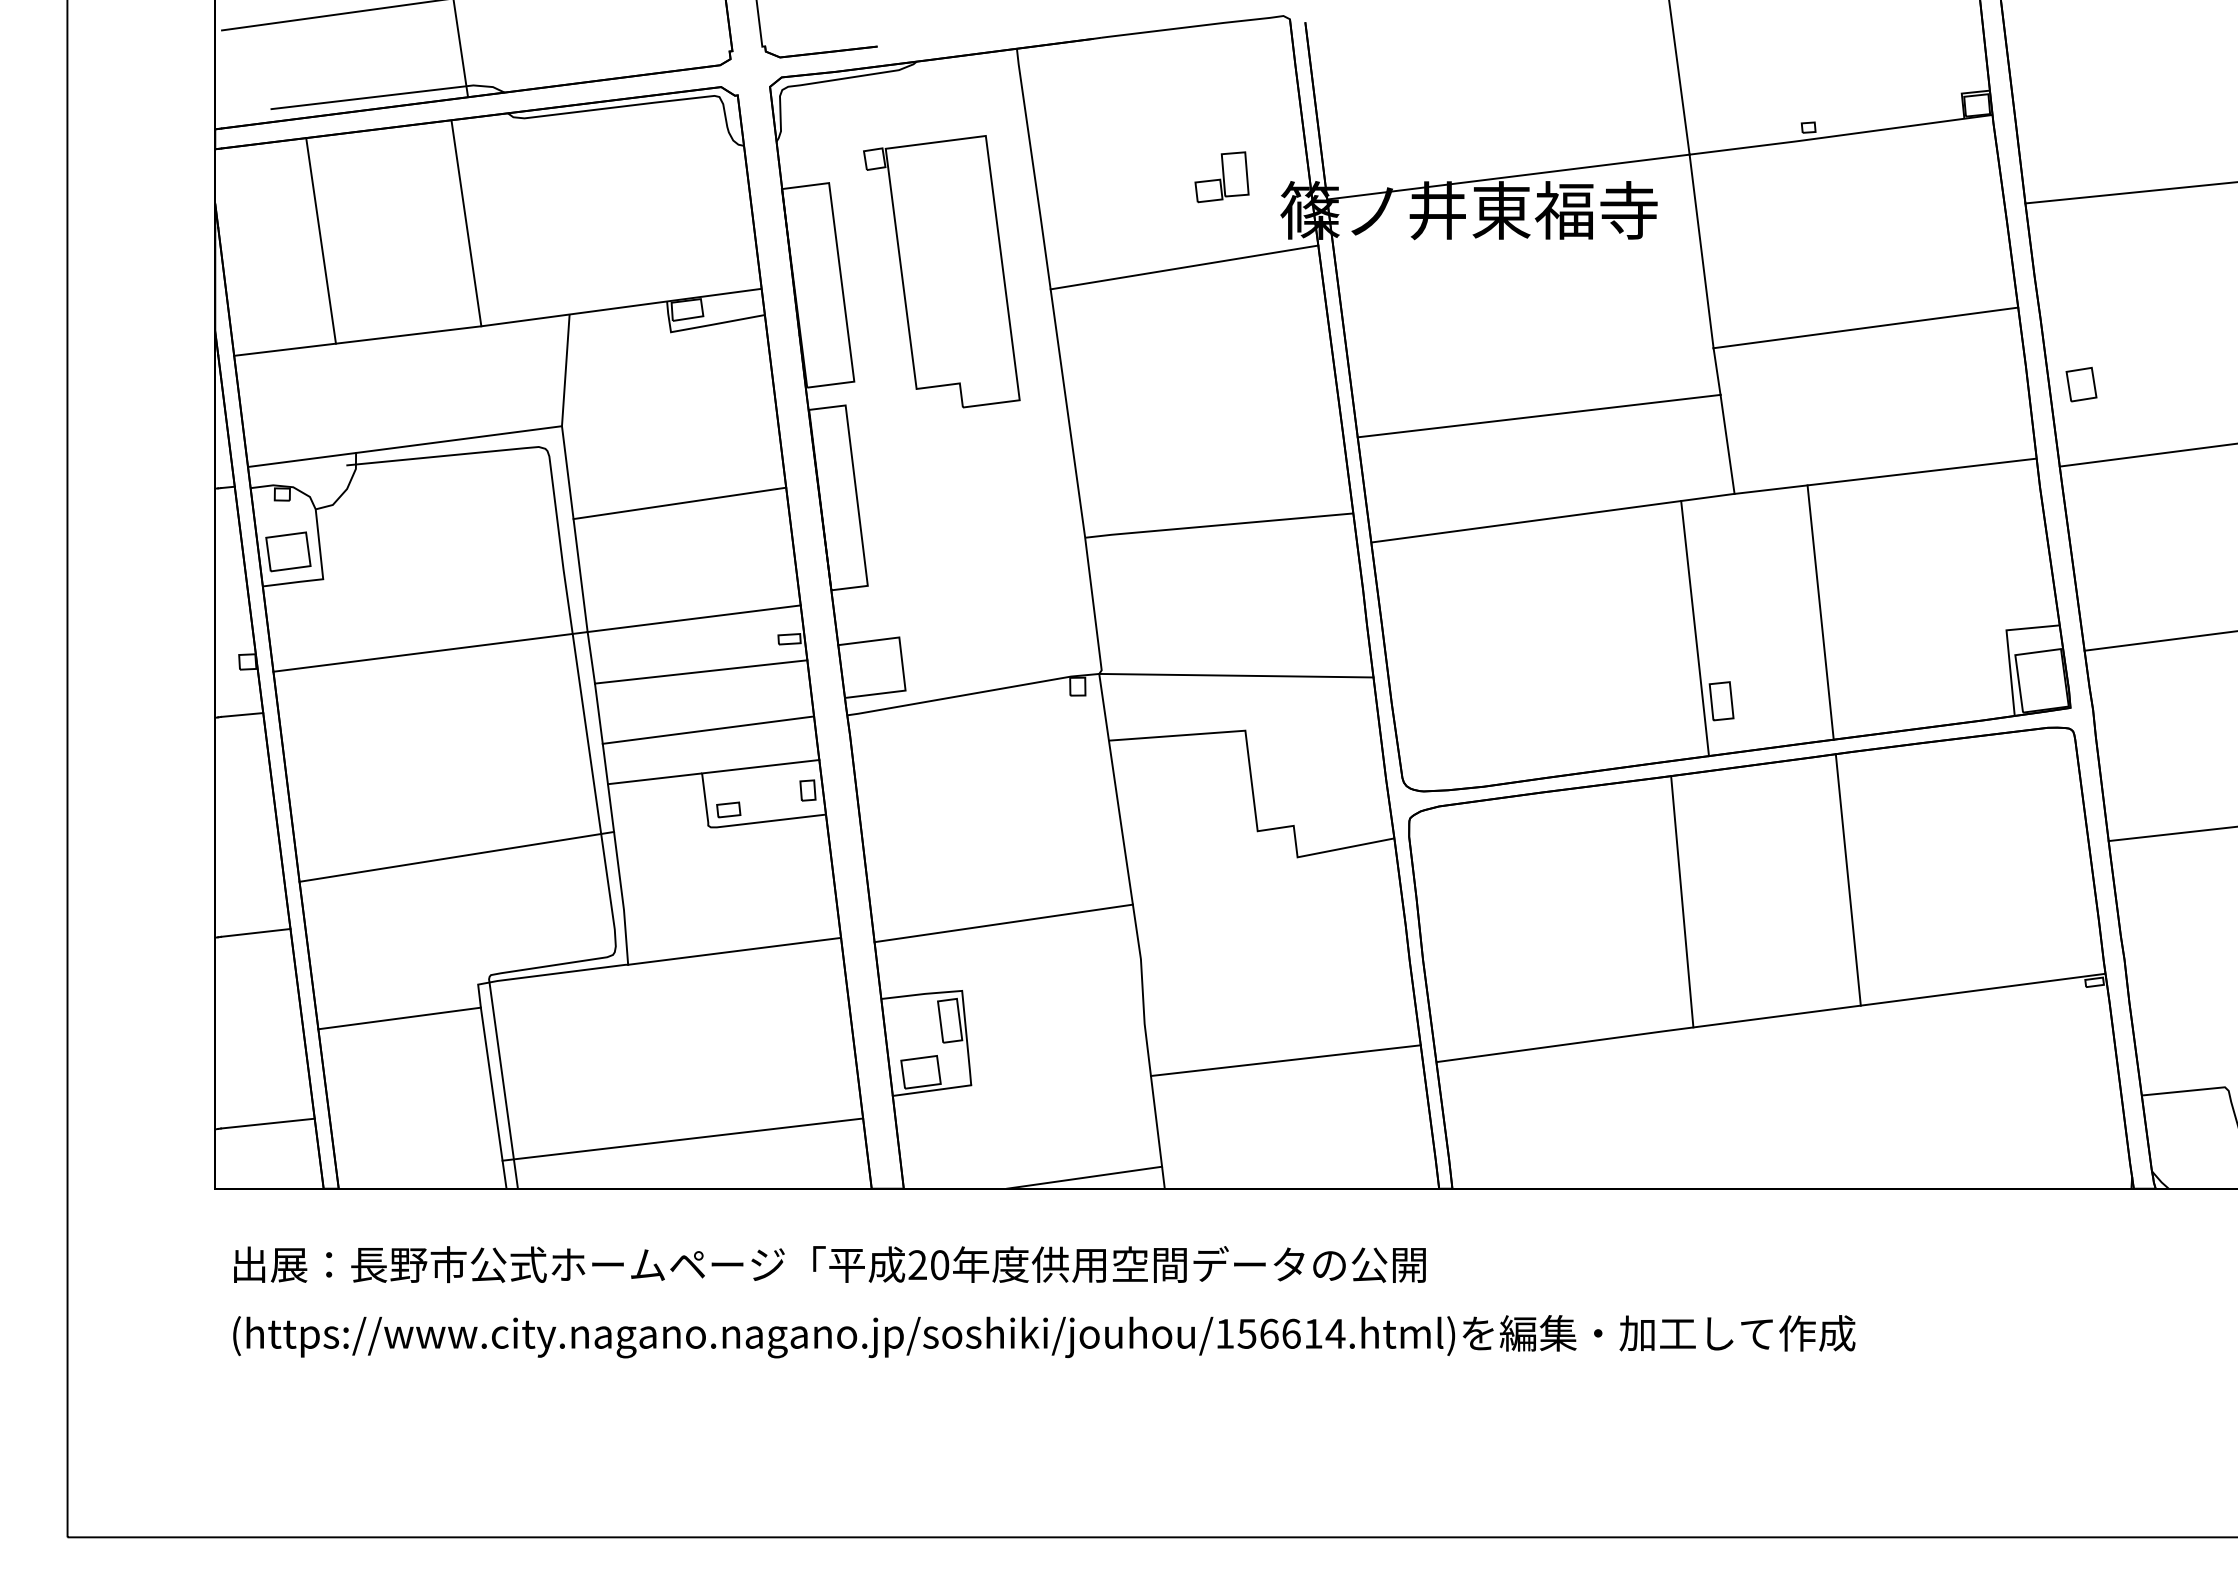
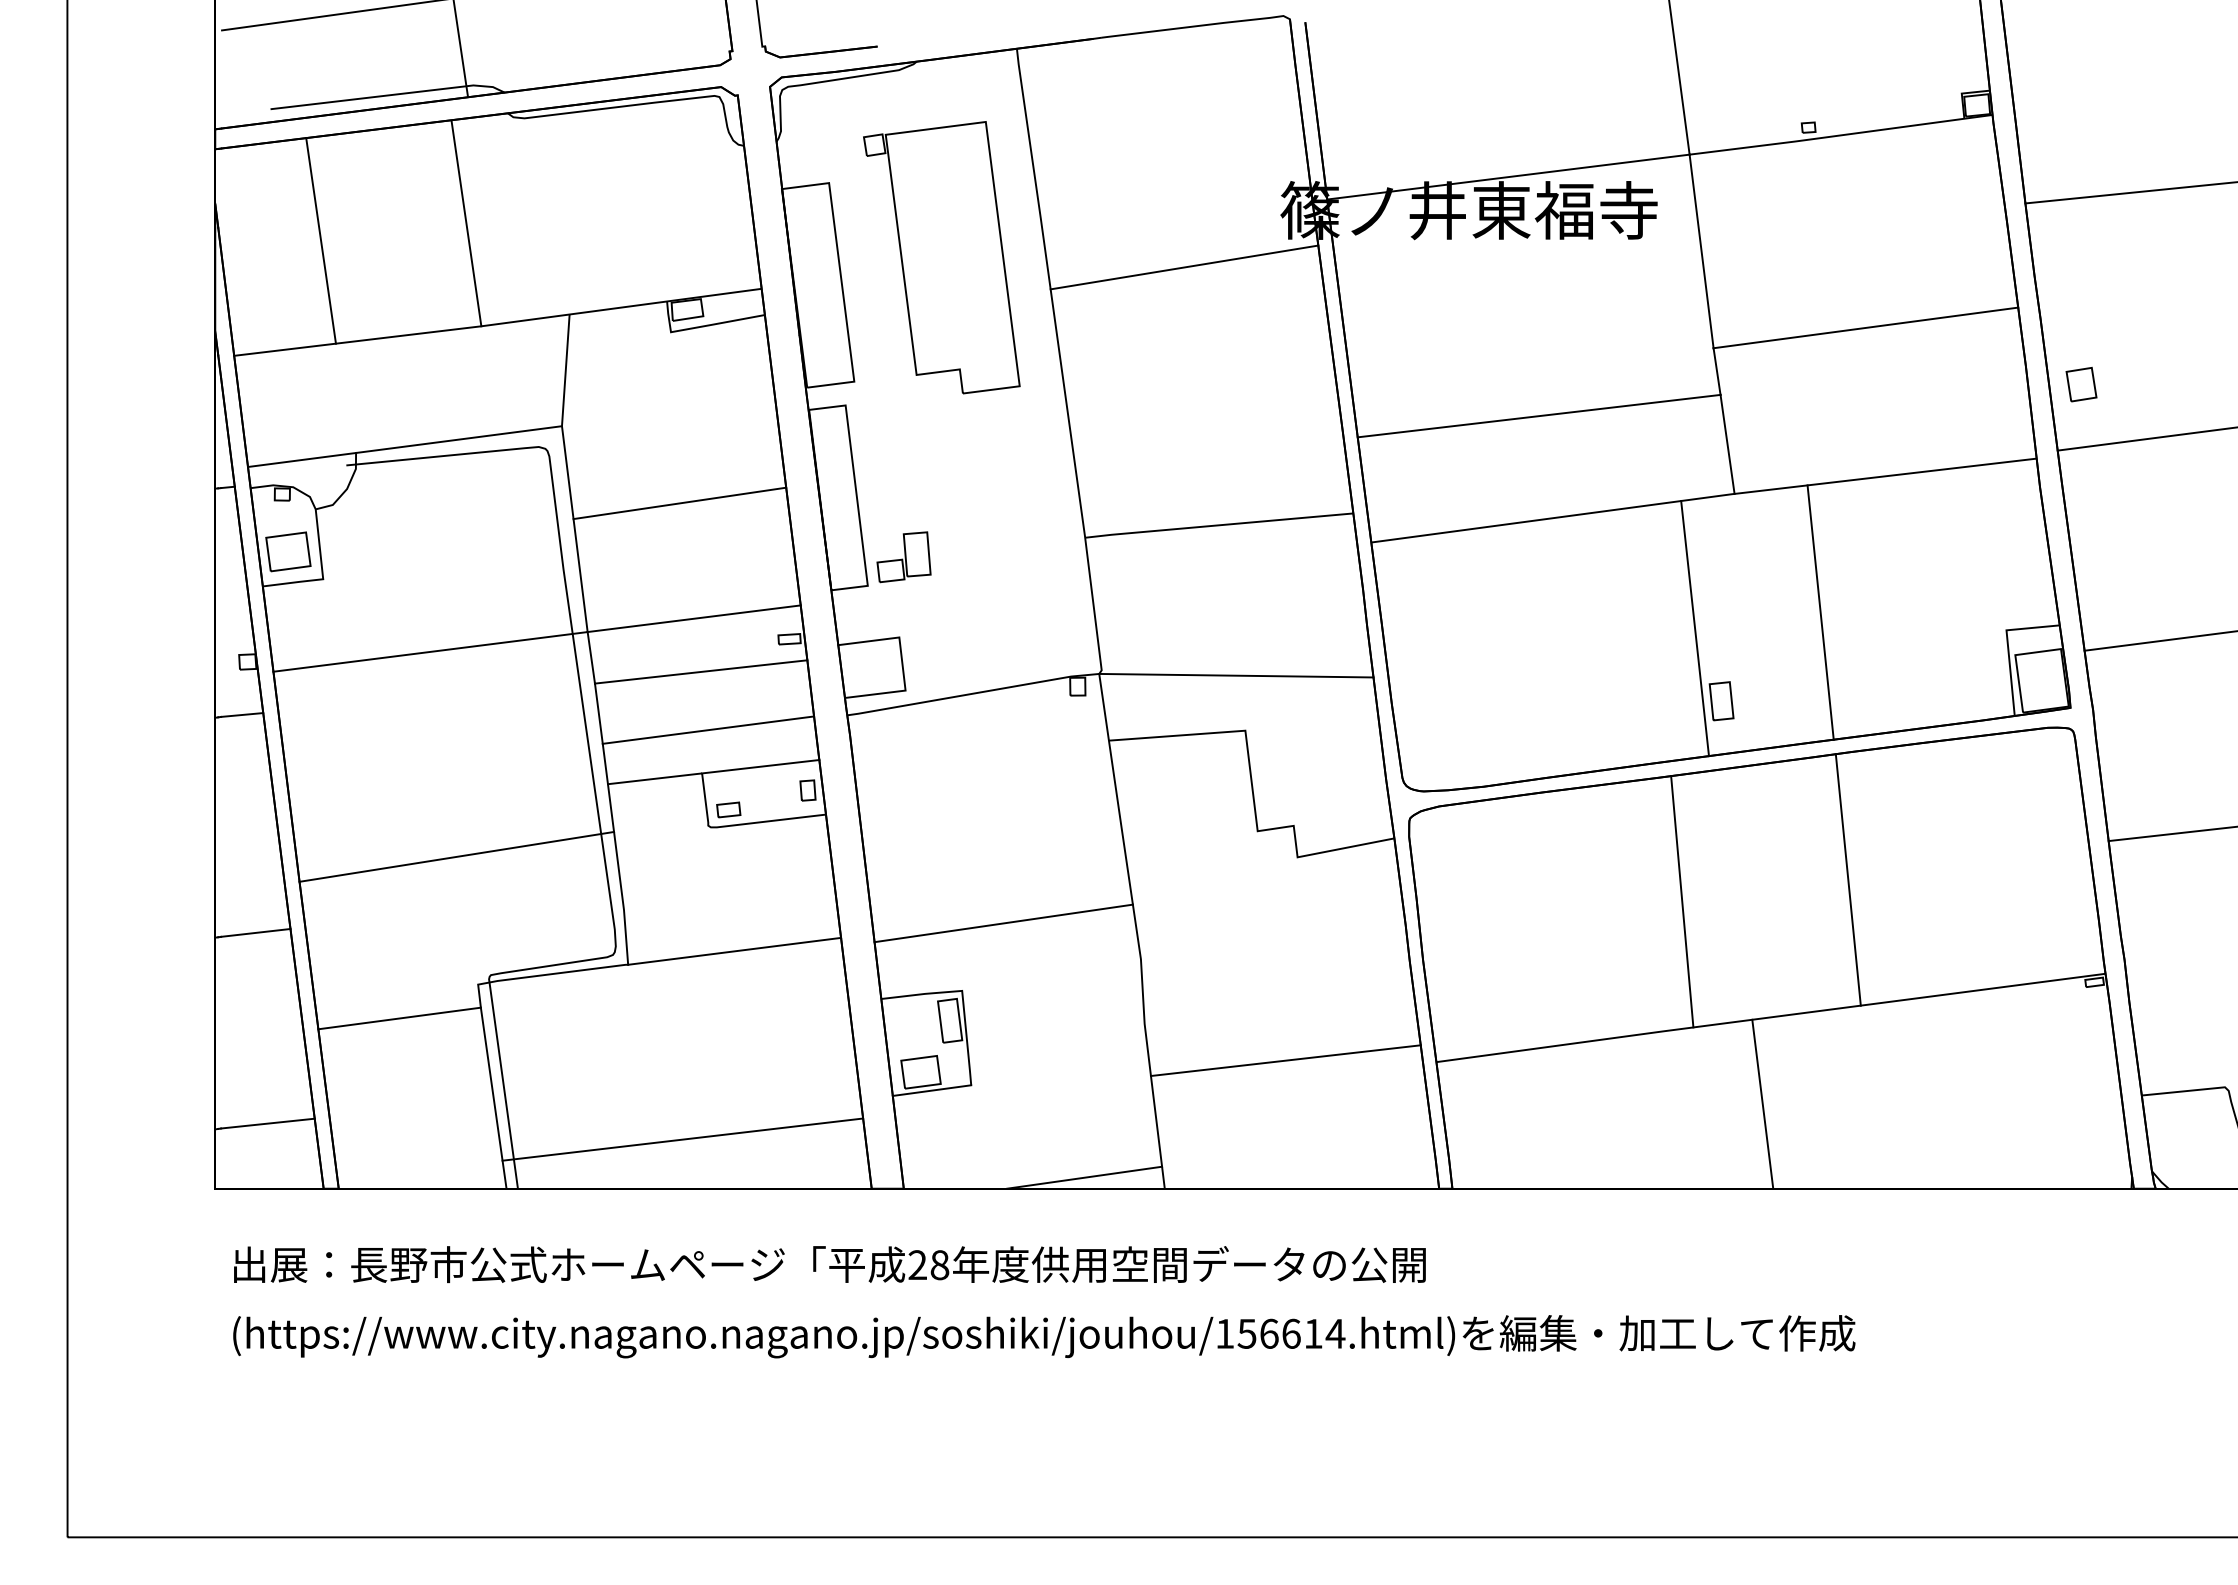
part at (1221, 177) position: (1221, 177) -> (903, 557)
part at (941, 271) position: (941, 271) -> (941, 257)
line at (2146, 455) position: (2146, 455) -> (2145, 438)
line at (1762, 1103): none -> present
text at (939, 1265): 20 -> 28
